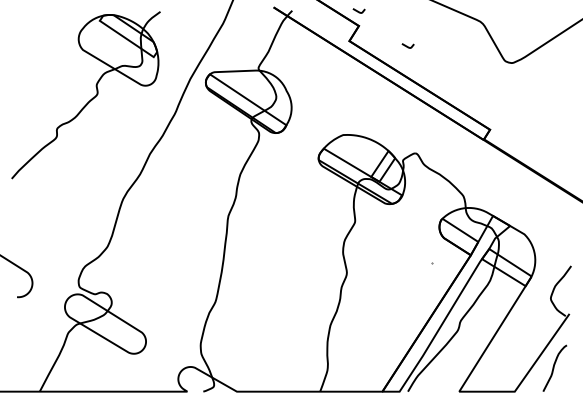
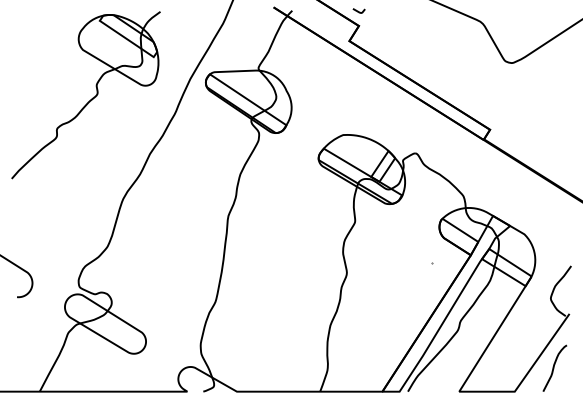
curve at (407, 45): present -> none
